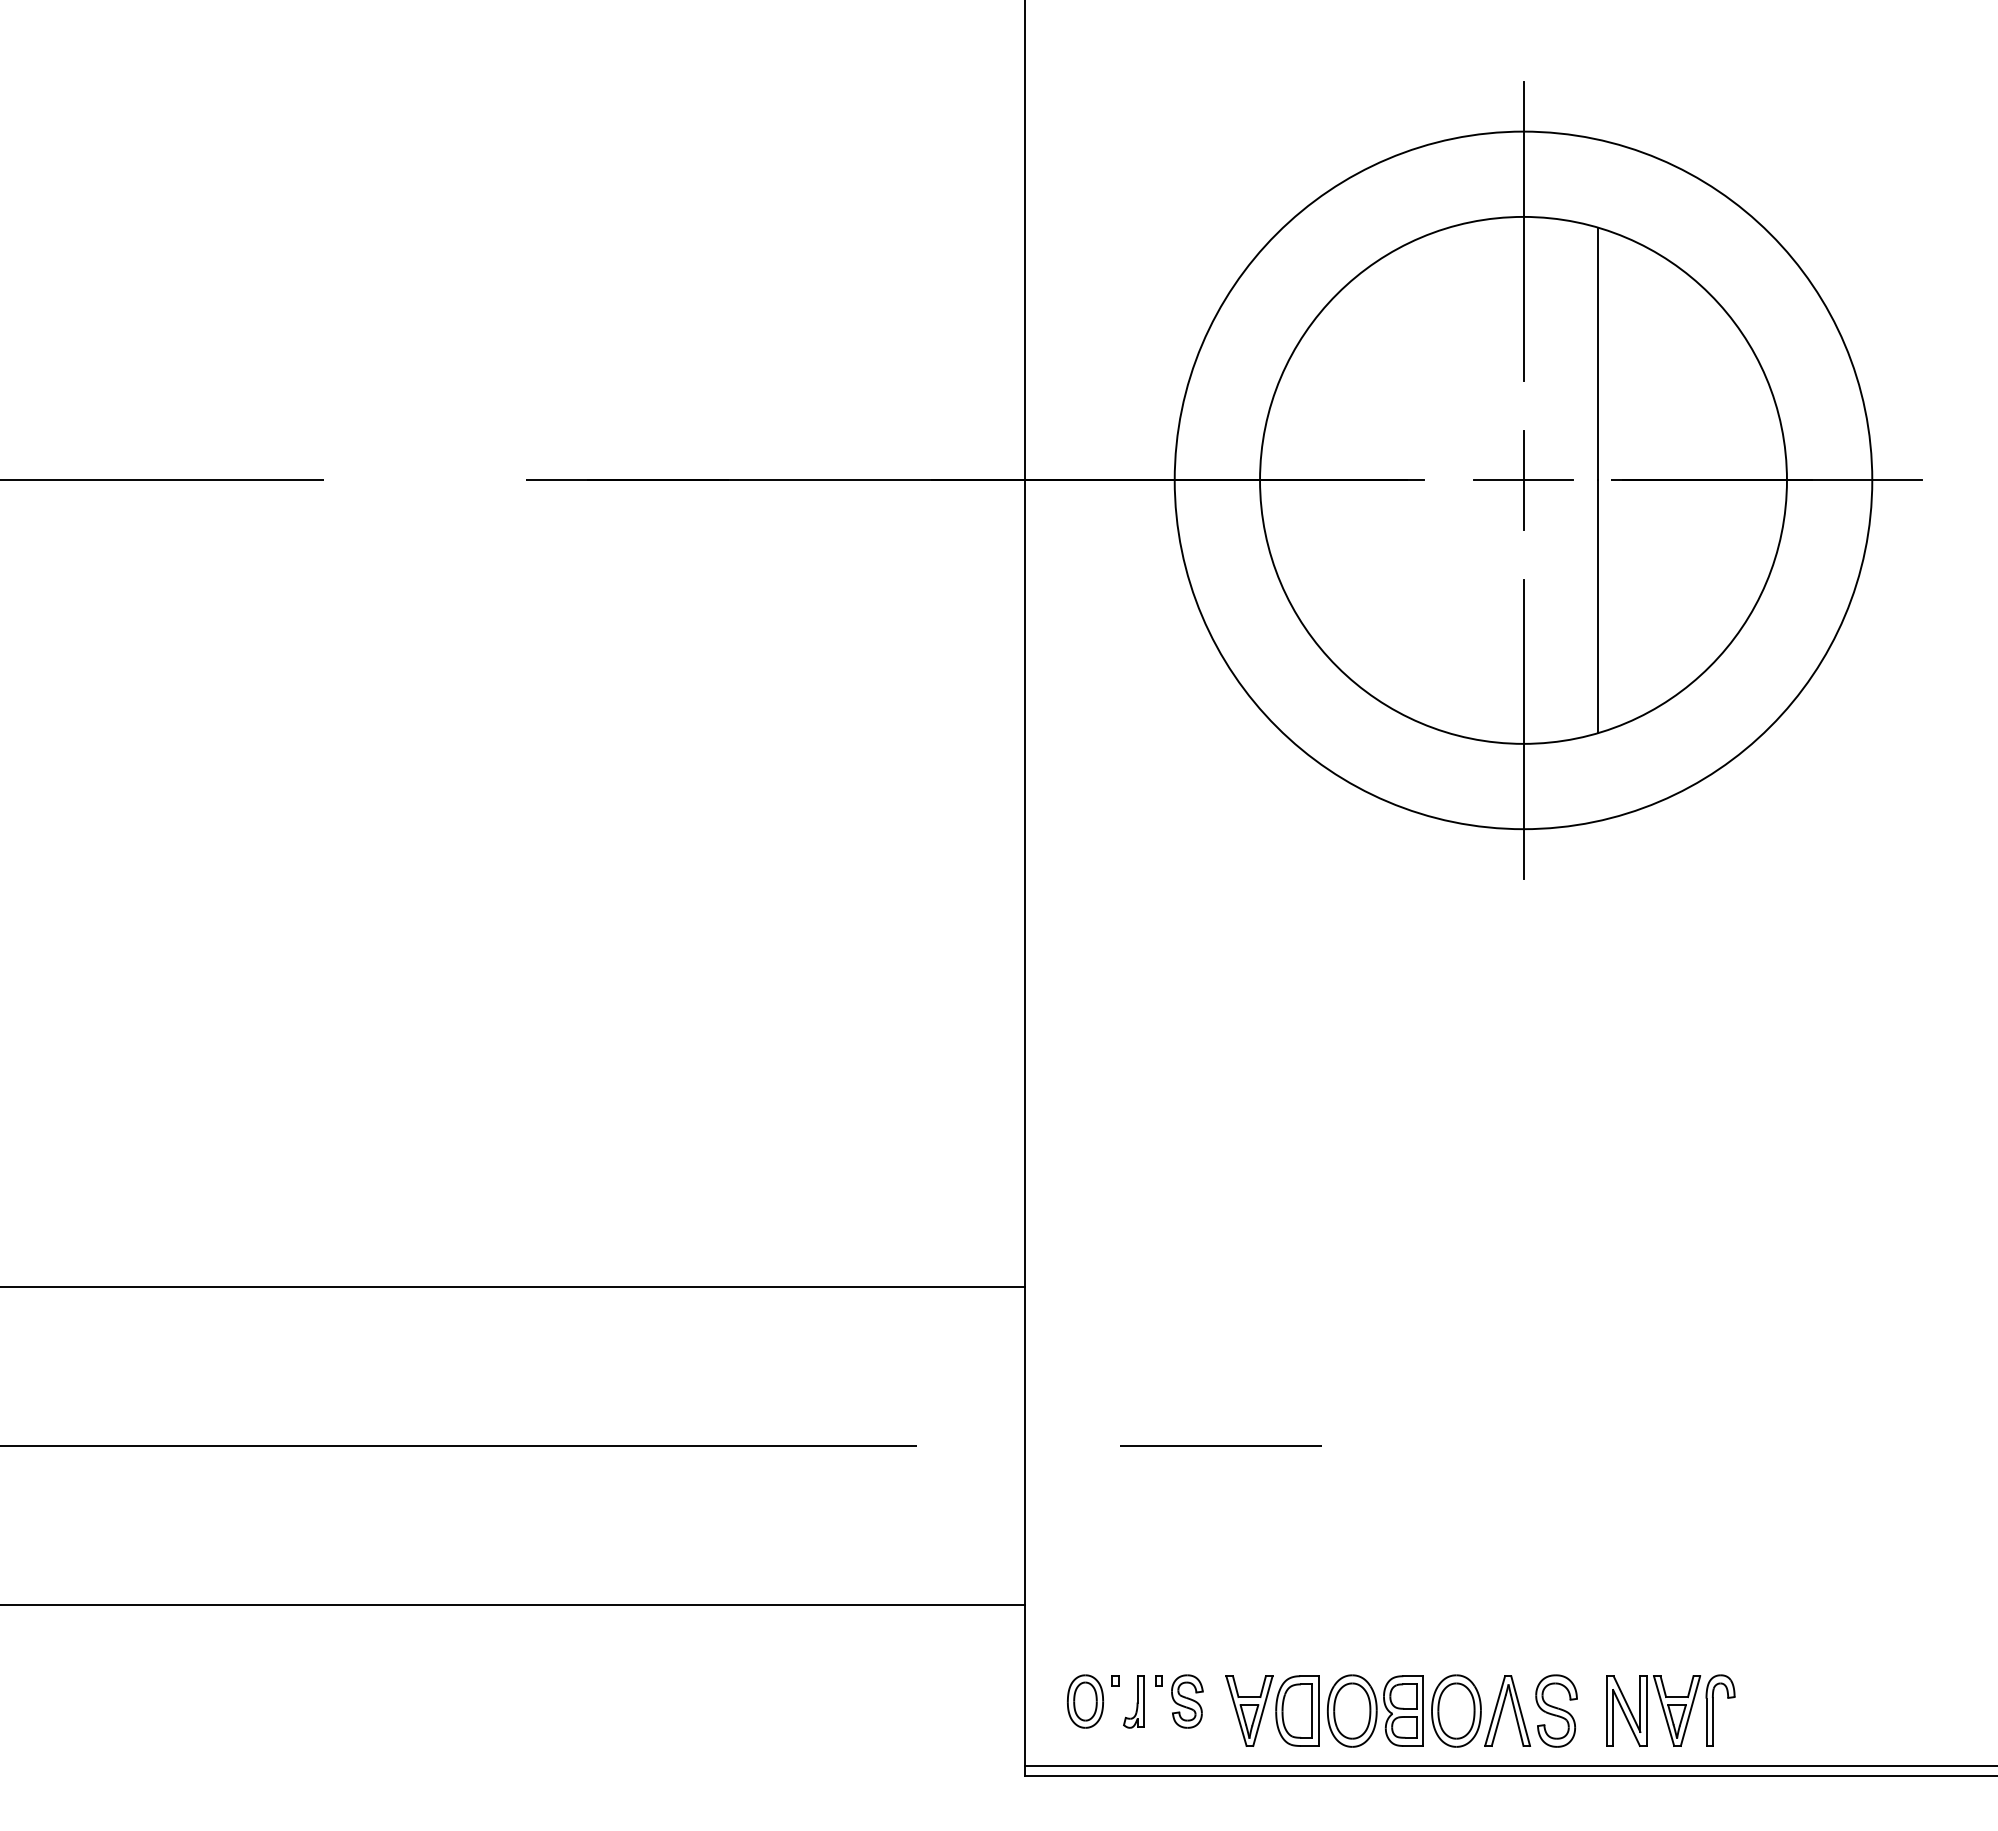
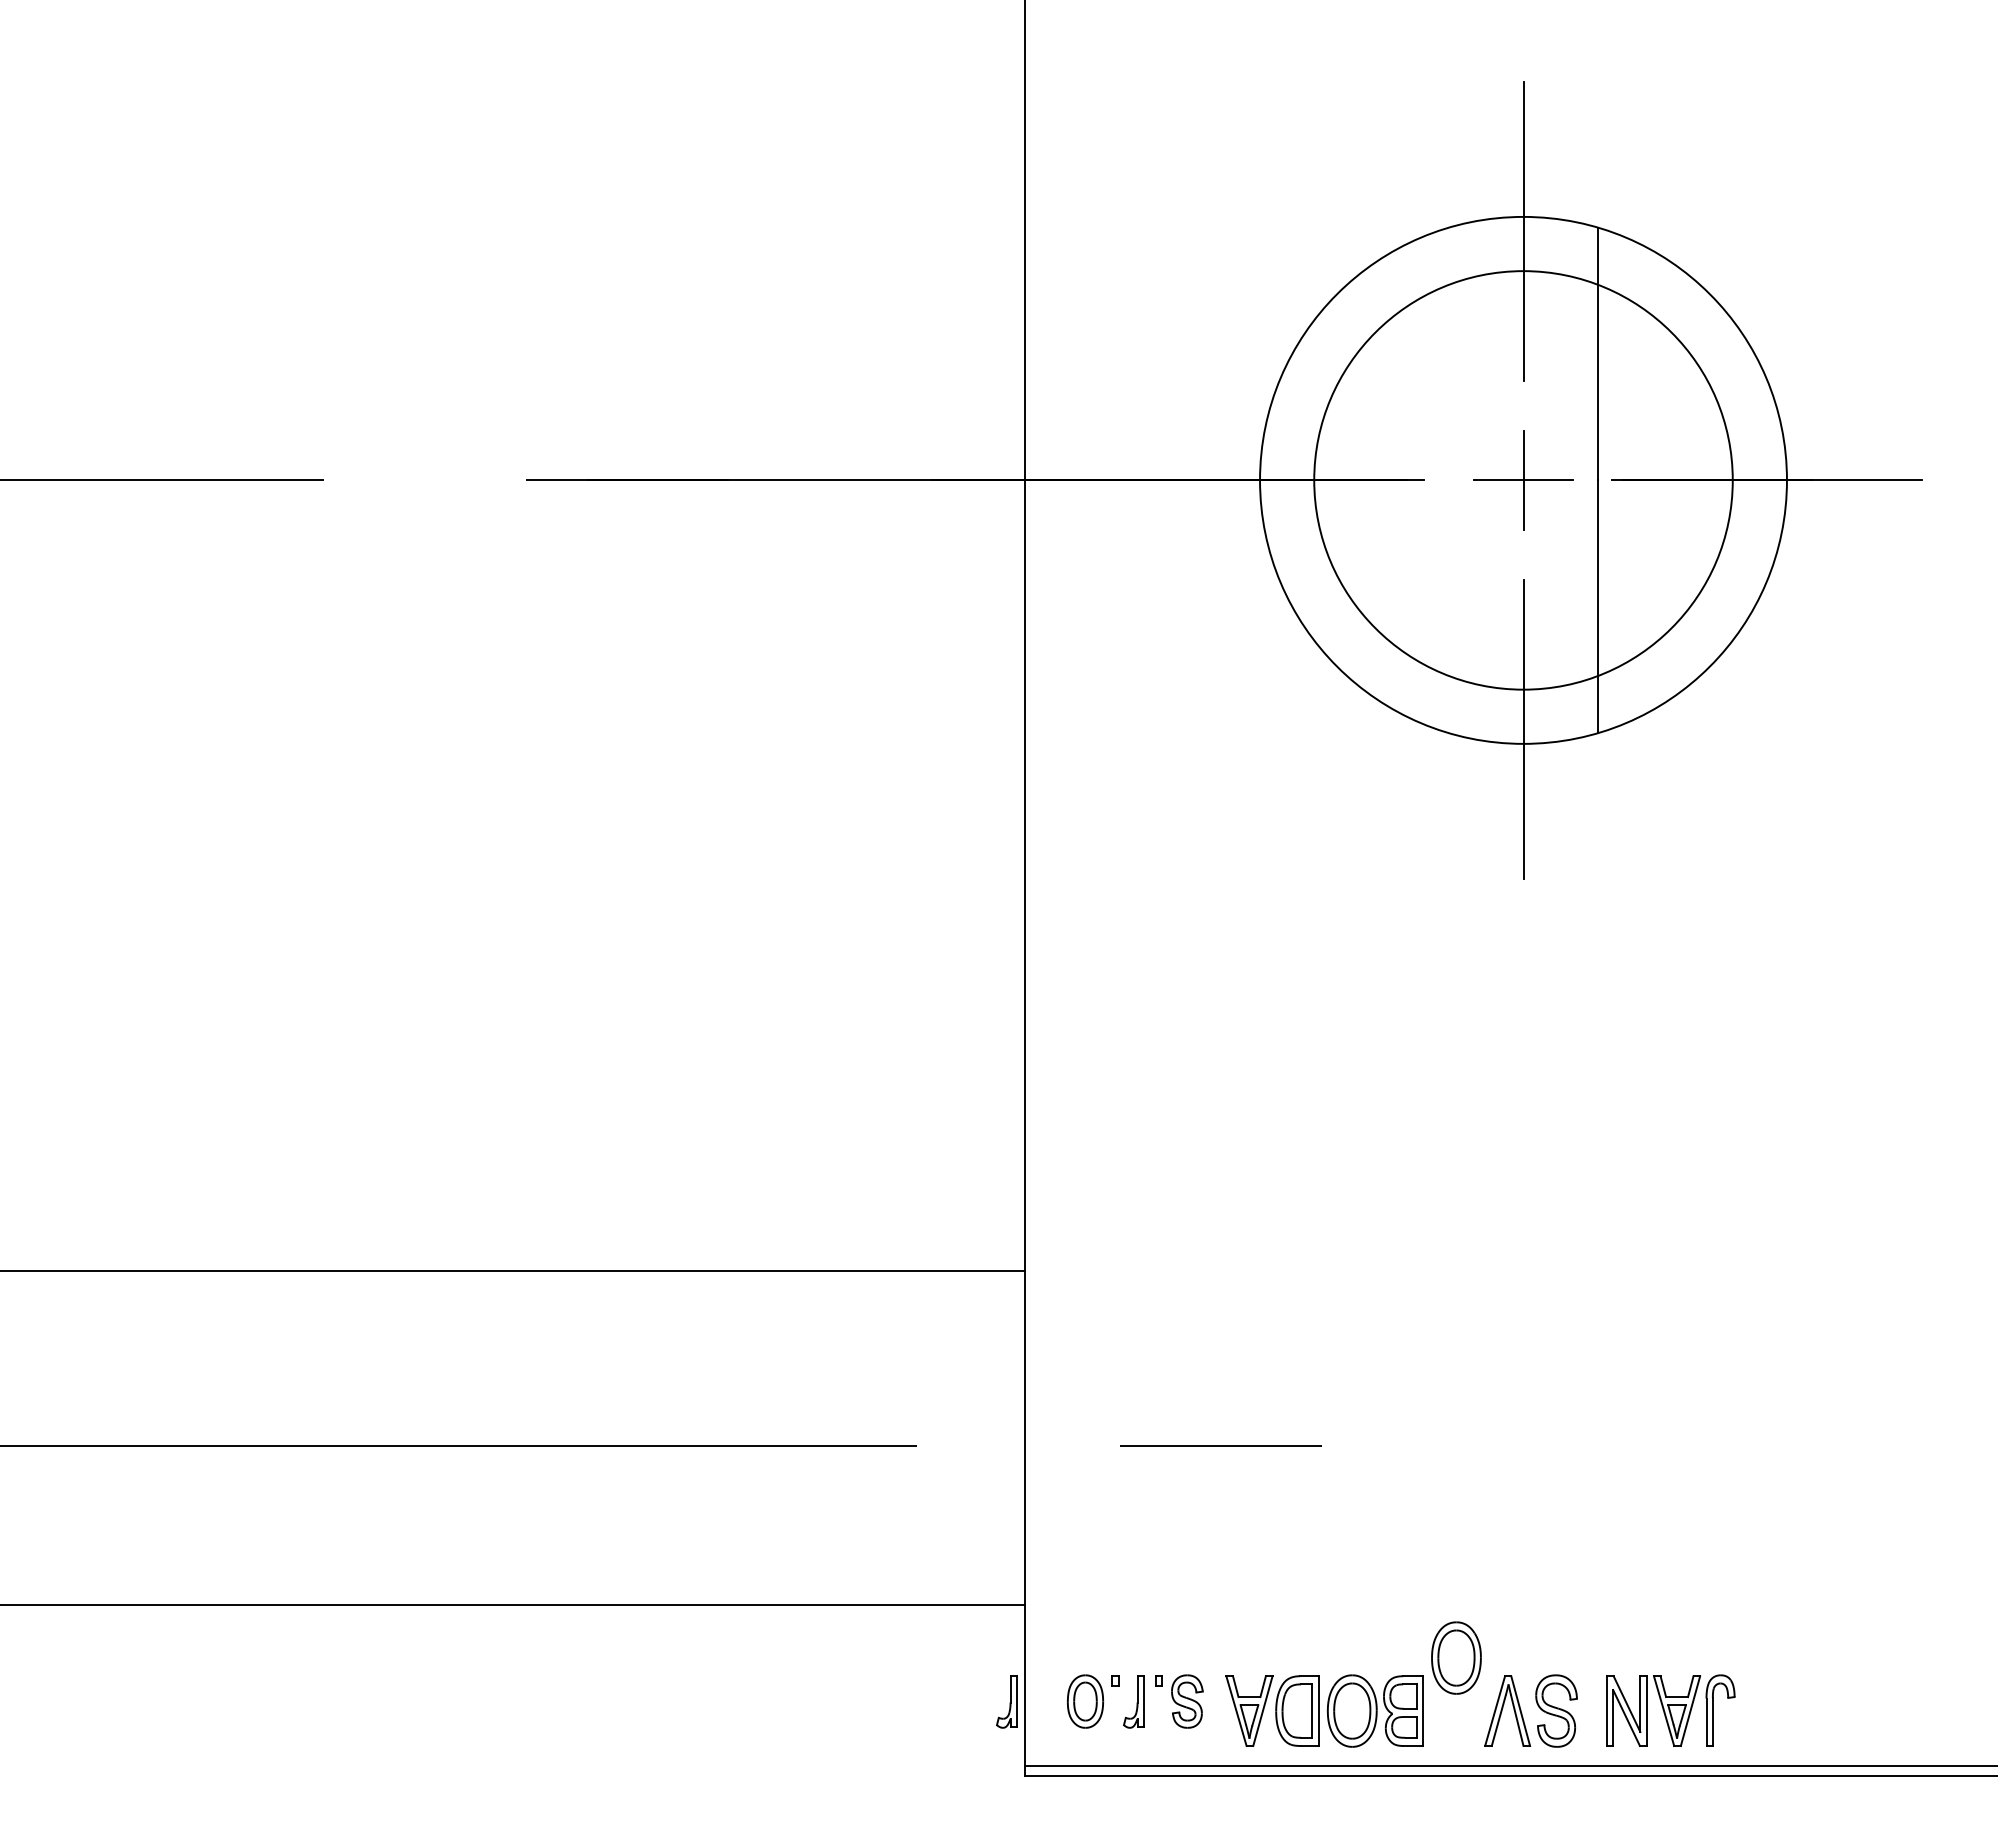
circle at (1523, 480) diameter: 698 px -> 419 px
line at (513, 1286) position: (513, 1286) -> (513, 1270)
part at (1006, 1701): none -> present
part at (1456, 1710) position: (1456, 1710) -> (1456, 1657)
